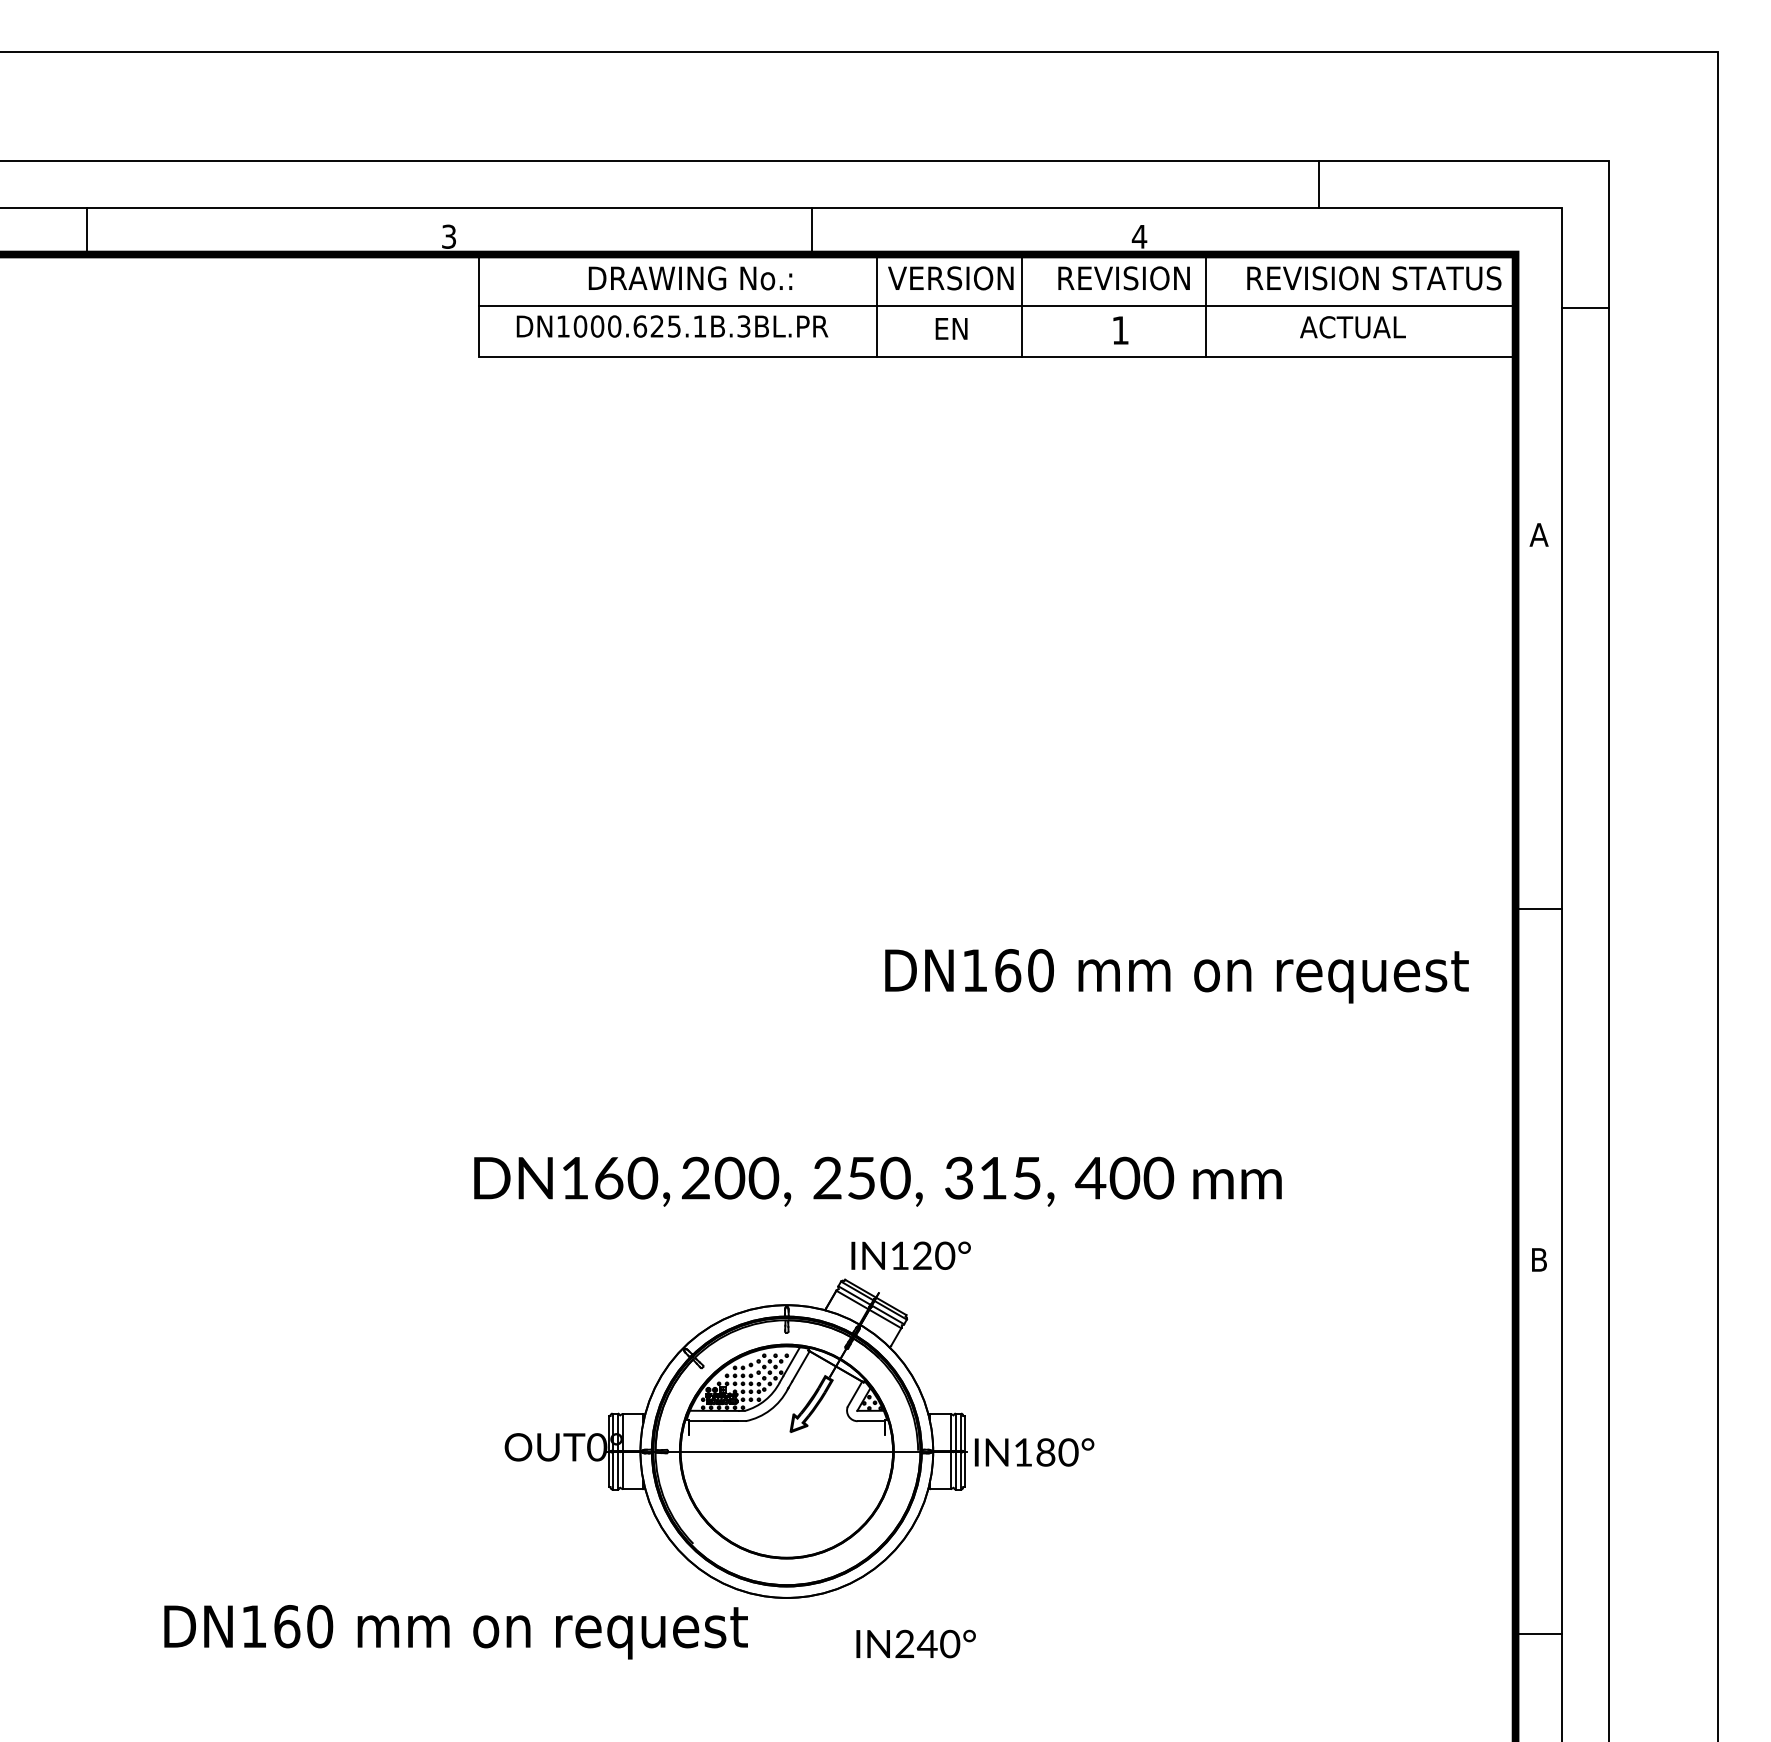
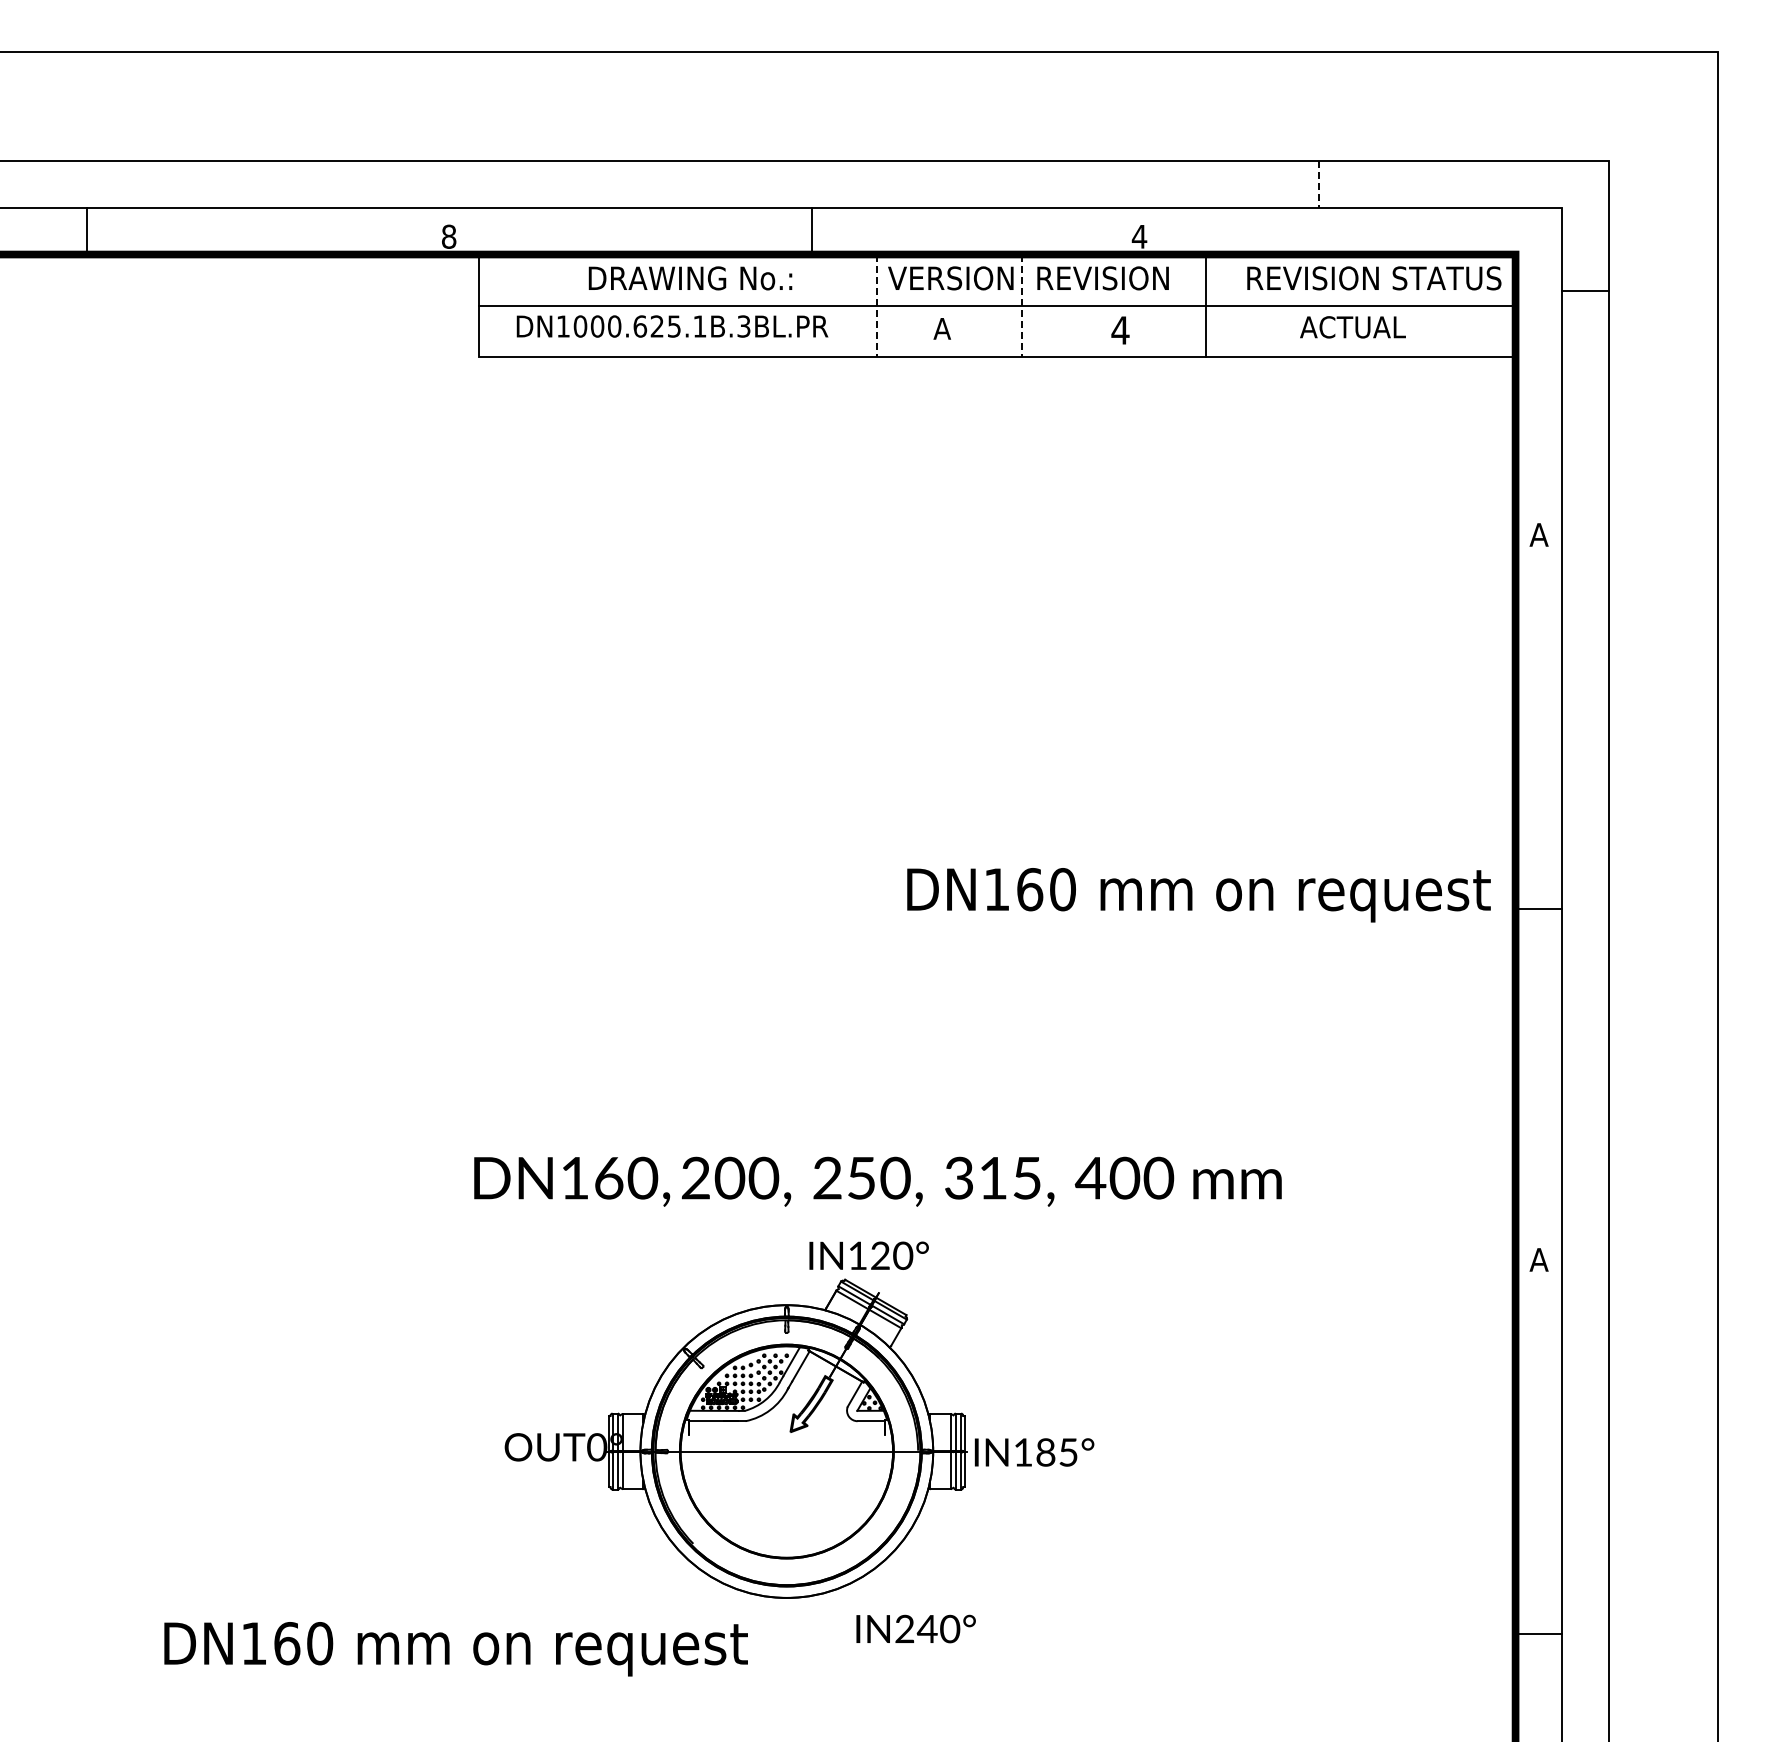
line at (1319, 184): solid -> dashed
text at (449, 236): 3 -> 8
text at (1123, 278) position: (1123, 278) -> (1102, 278)
line at (876, 306): solid -> dashed
line at (1021, 306): solid -> dashed
line at (1585, 307) position: (1585, 307) -> (1585, 290)
text at (950, 328): EN -> A
text at (1120, 330): 1 -> 4
text at (1176, 976) position: (1176, 976) -> (1198, 895)
text at (910, 1255) position: (910, 1255) -> (868, 1255)
text at (1538, 1259): B -> A
text at (1068, 1452): IN180° -> IN185°
text at (455, 1632) position: (455, 1632) -> (455, 1649)
text at (915, 1643) position: (915, 1643) -> (915, 1628)
